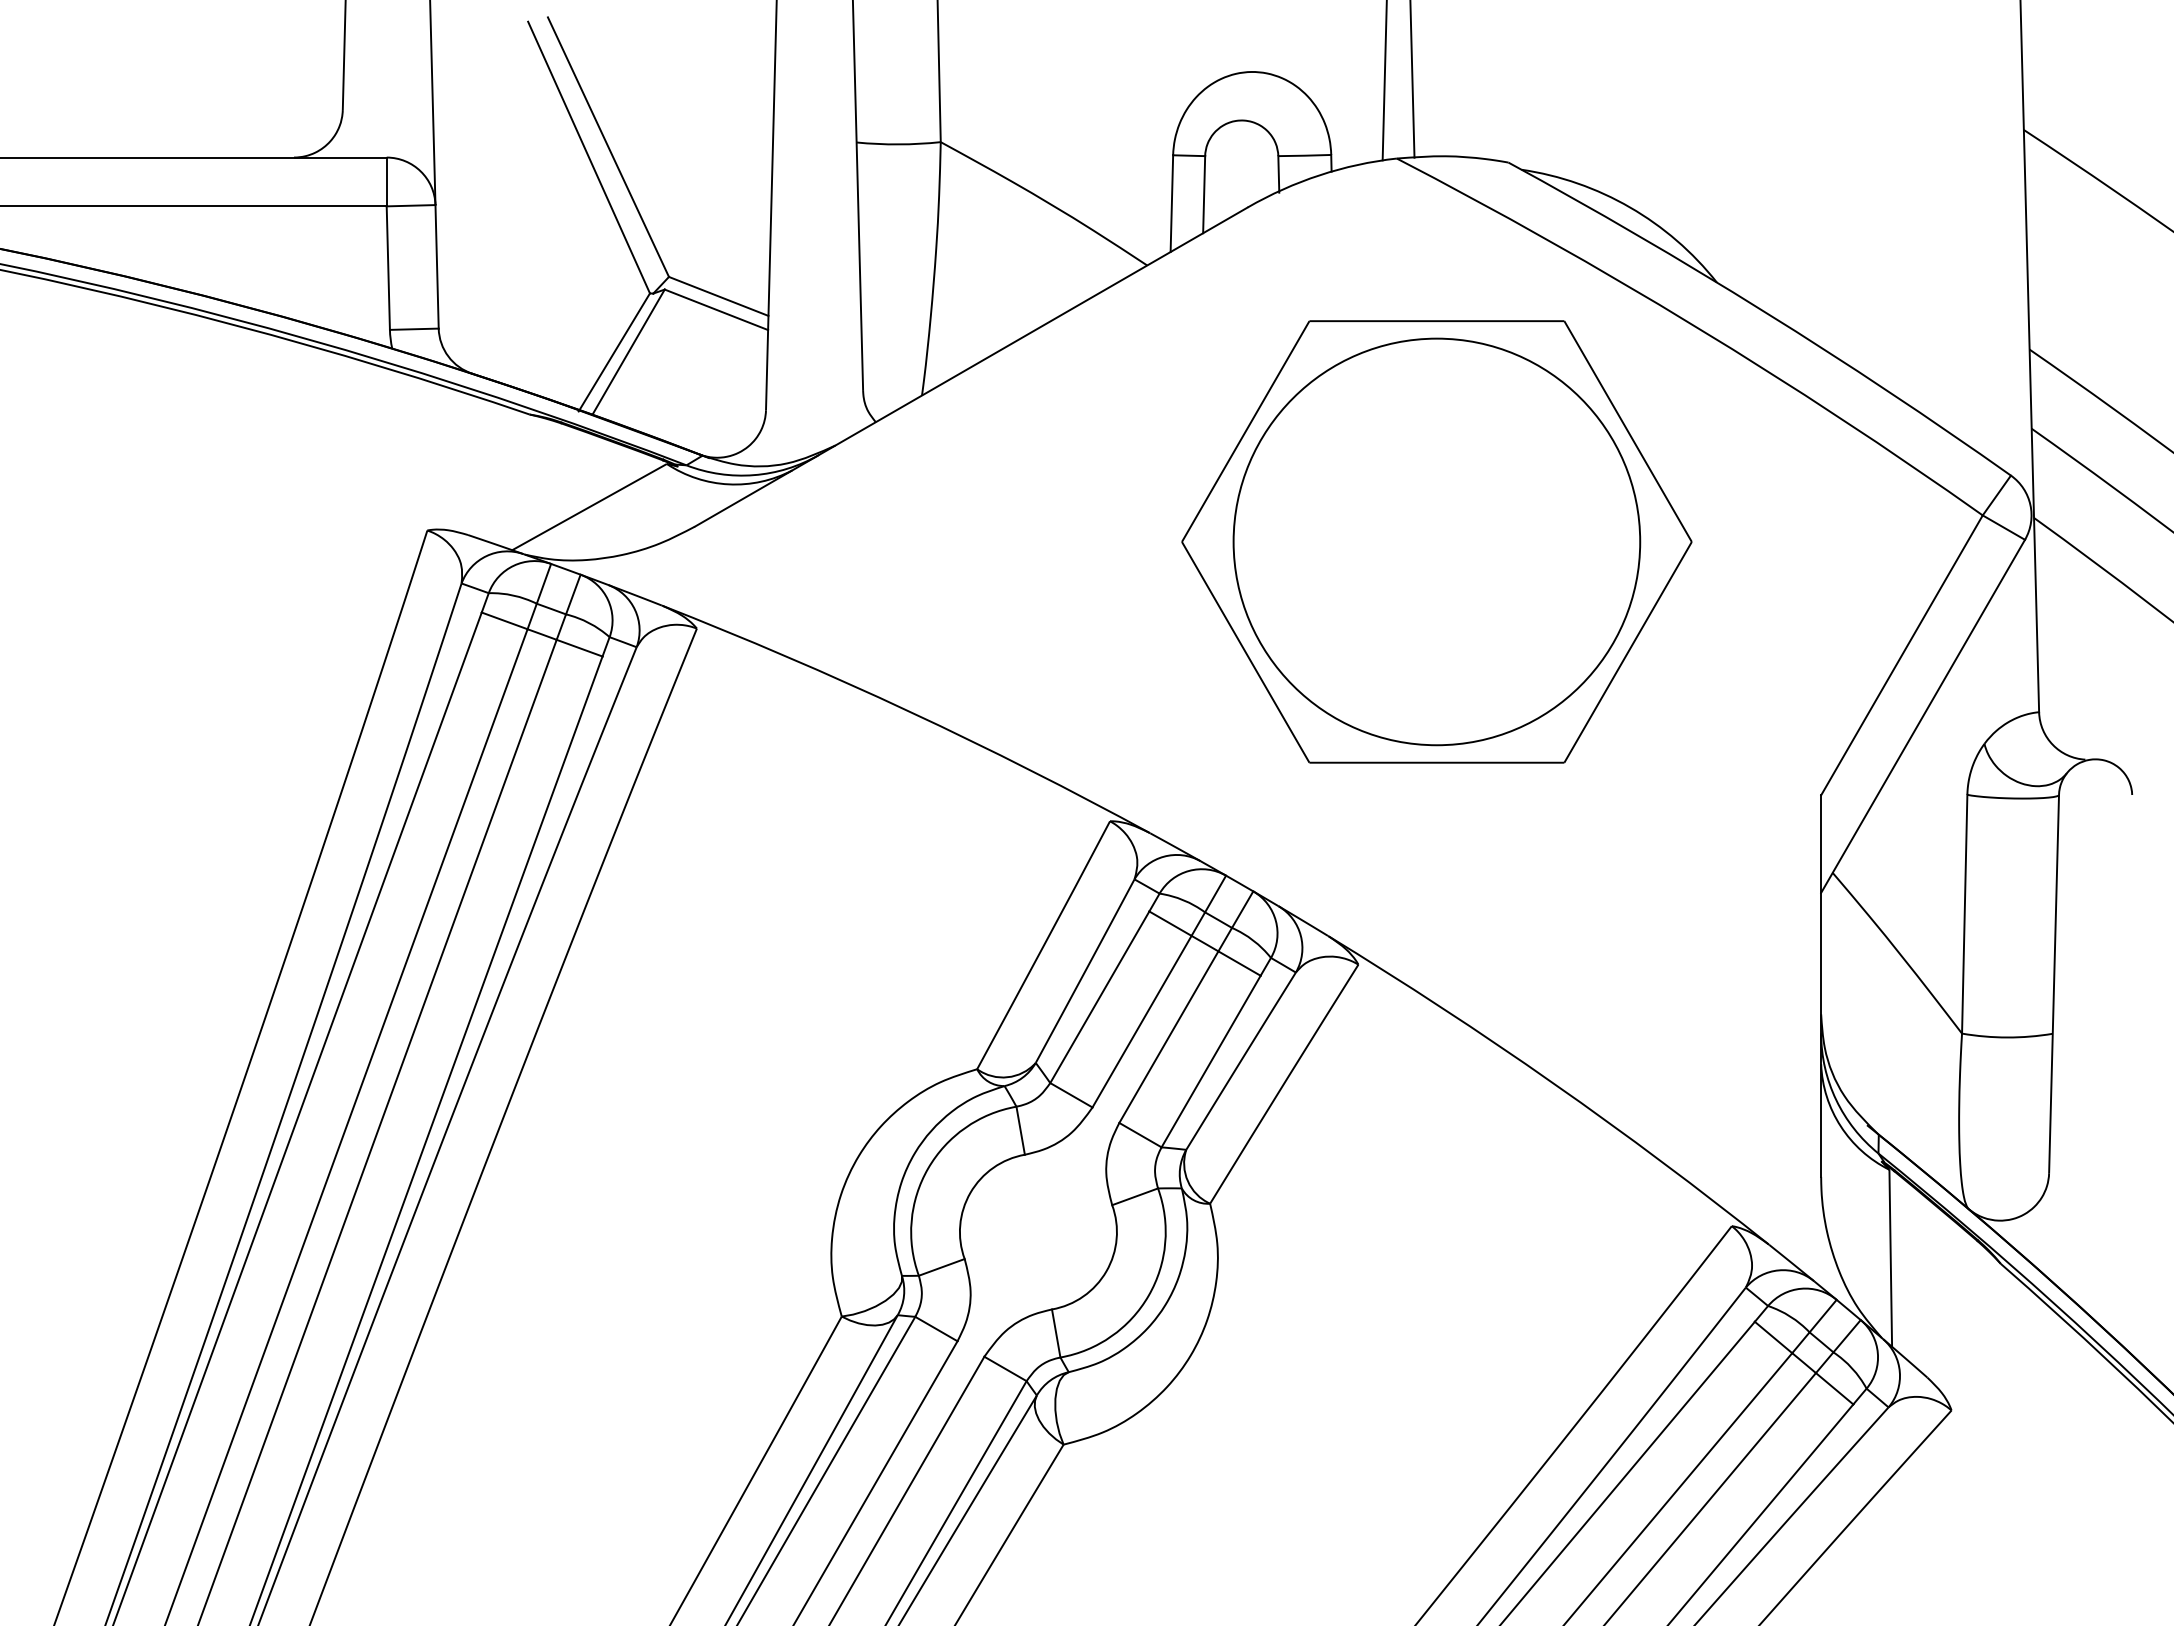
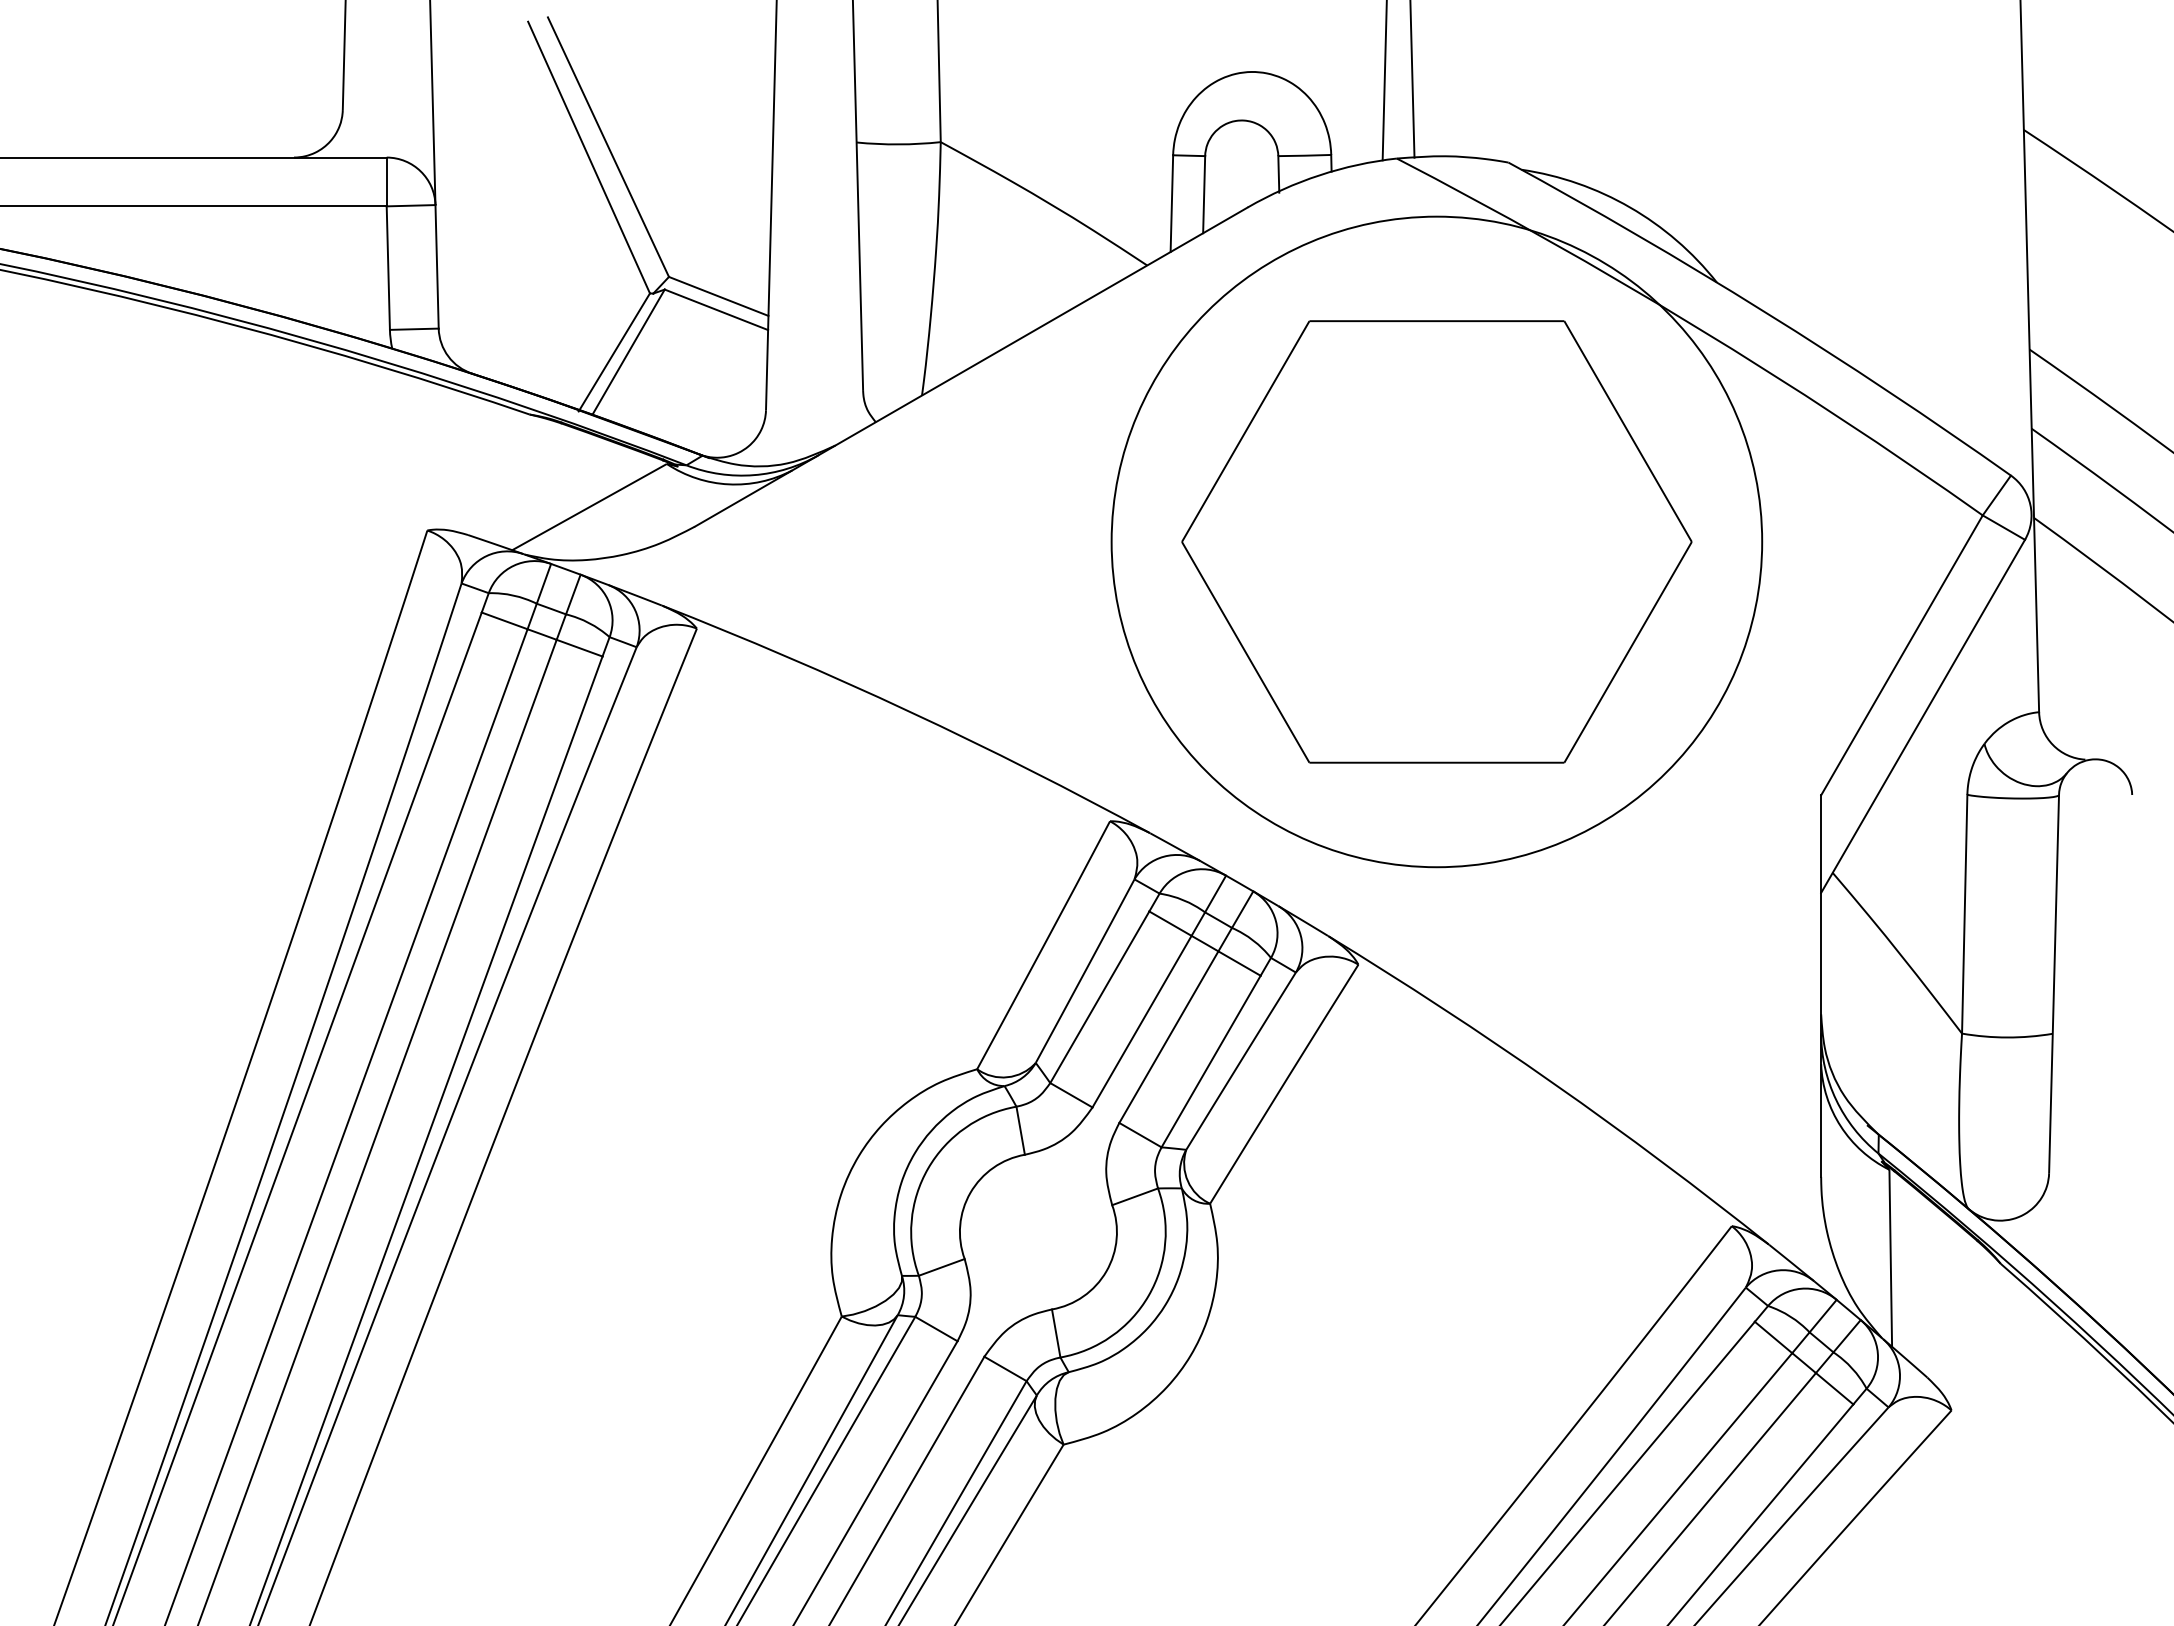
circle at (1436, 541) diameter: 407 px -> 651 px
